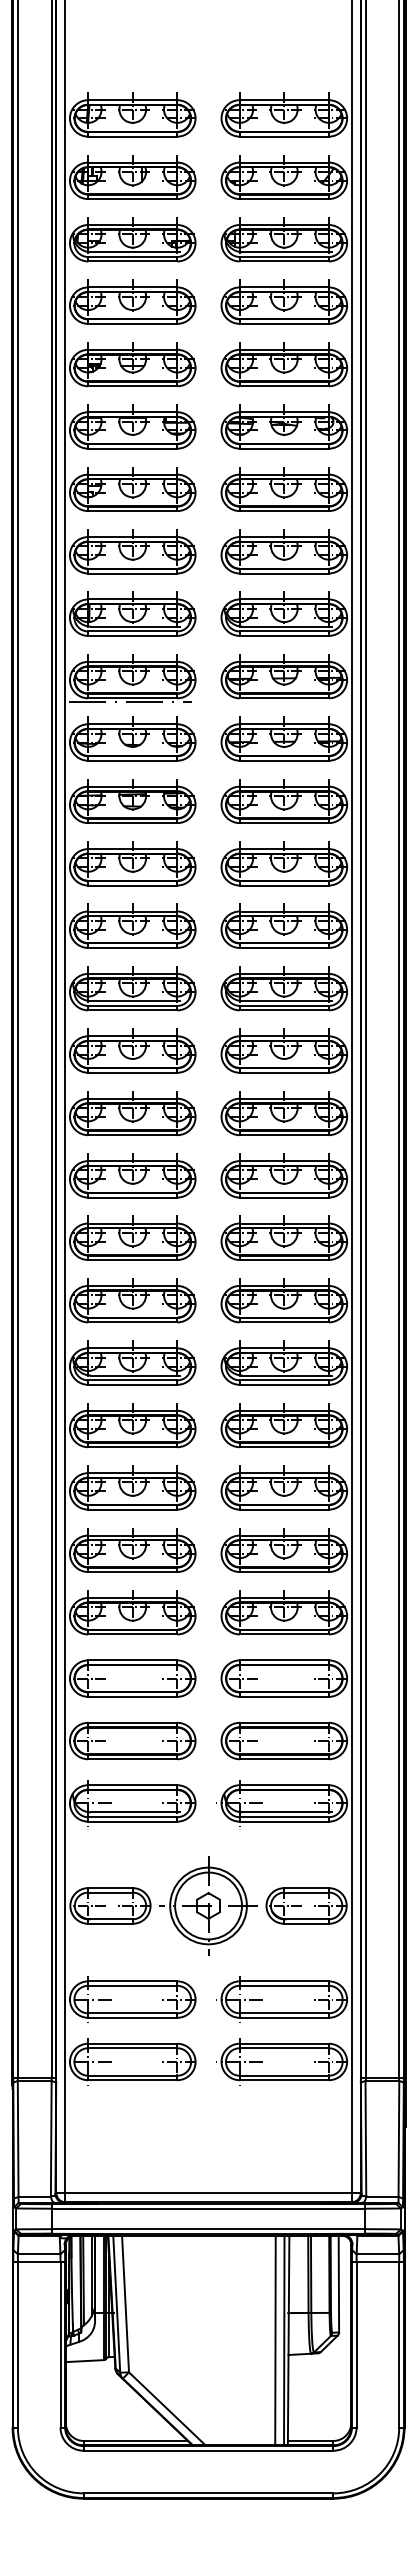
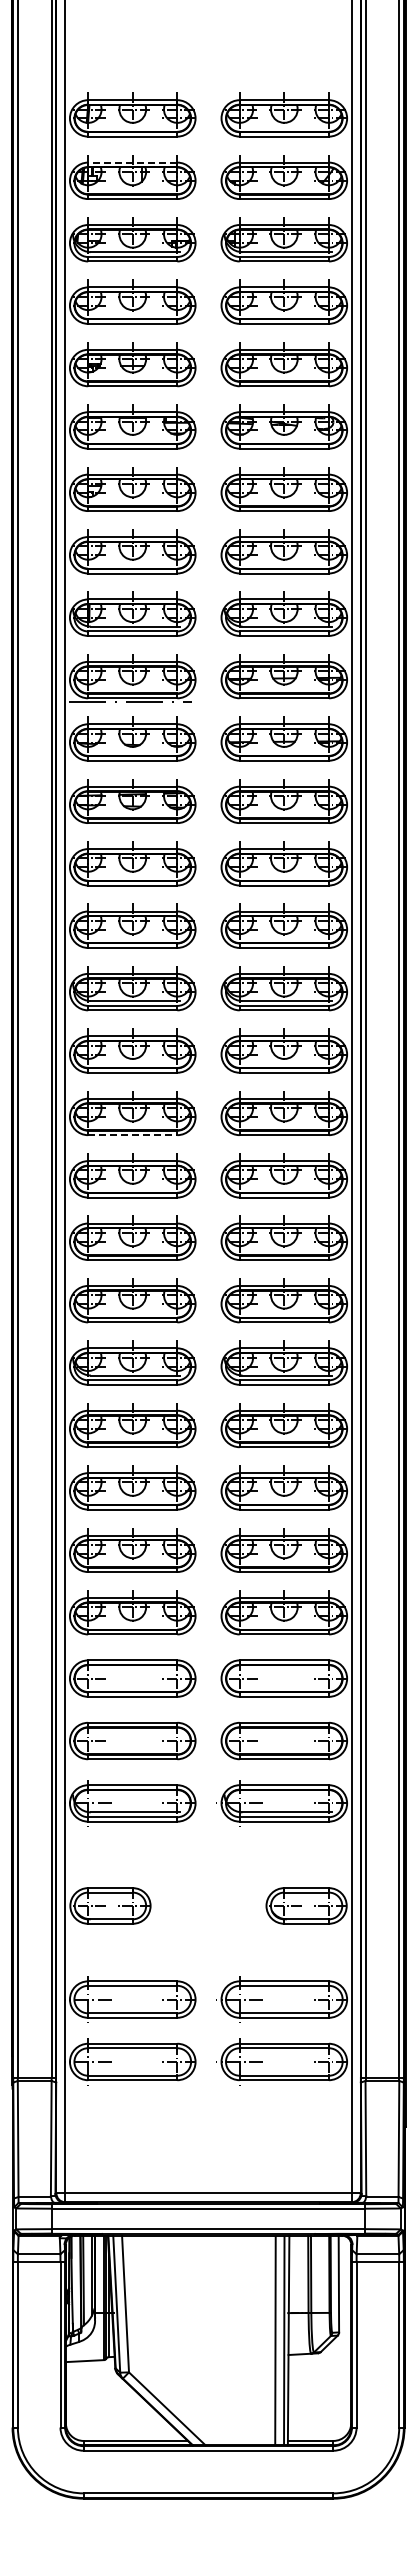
line at (132, 162): solid -> dashed
line at (132, 1135): solid -> dashed
part at (208, 1905): present -> none
